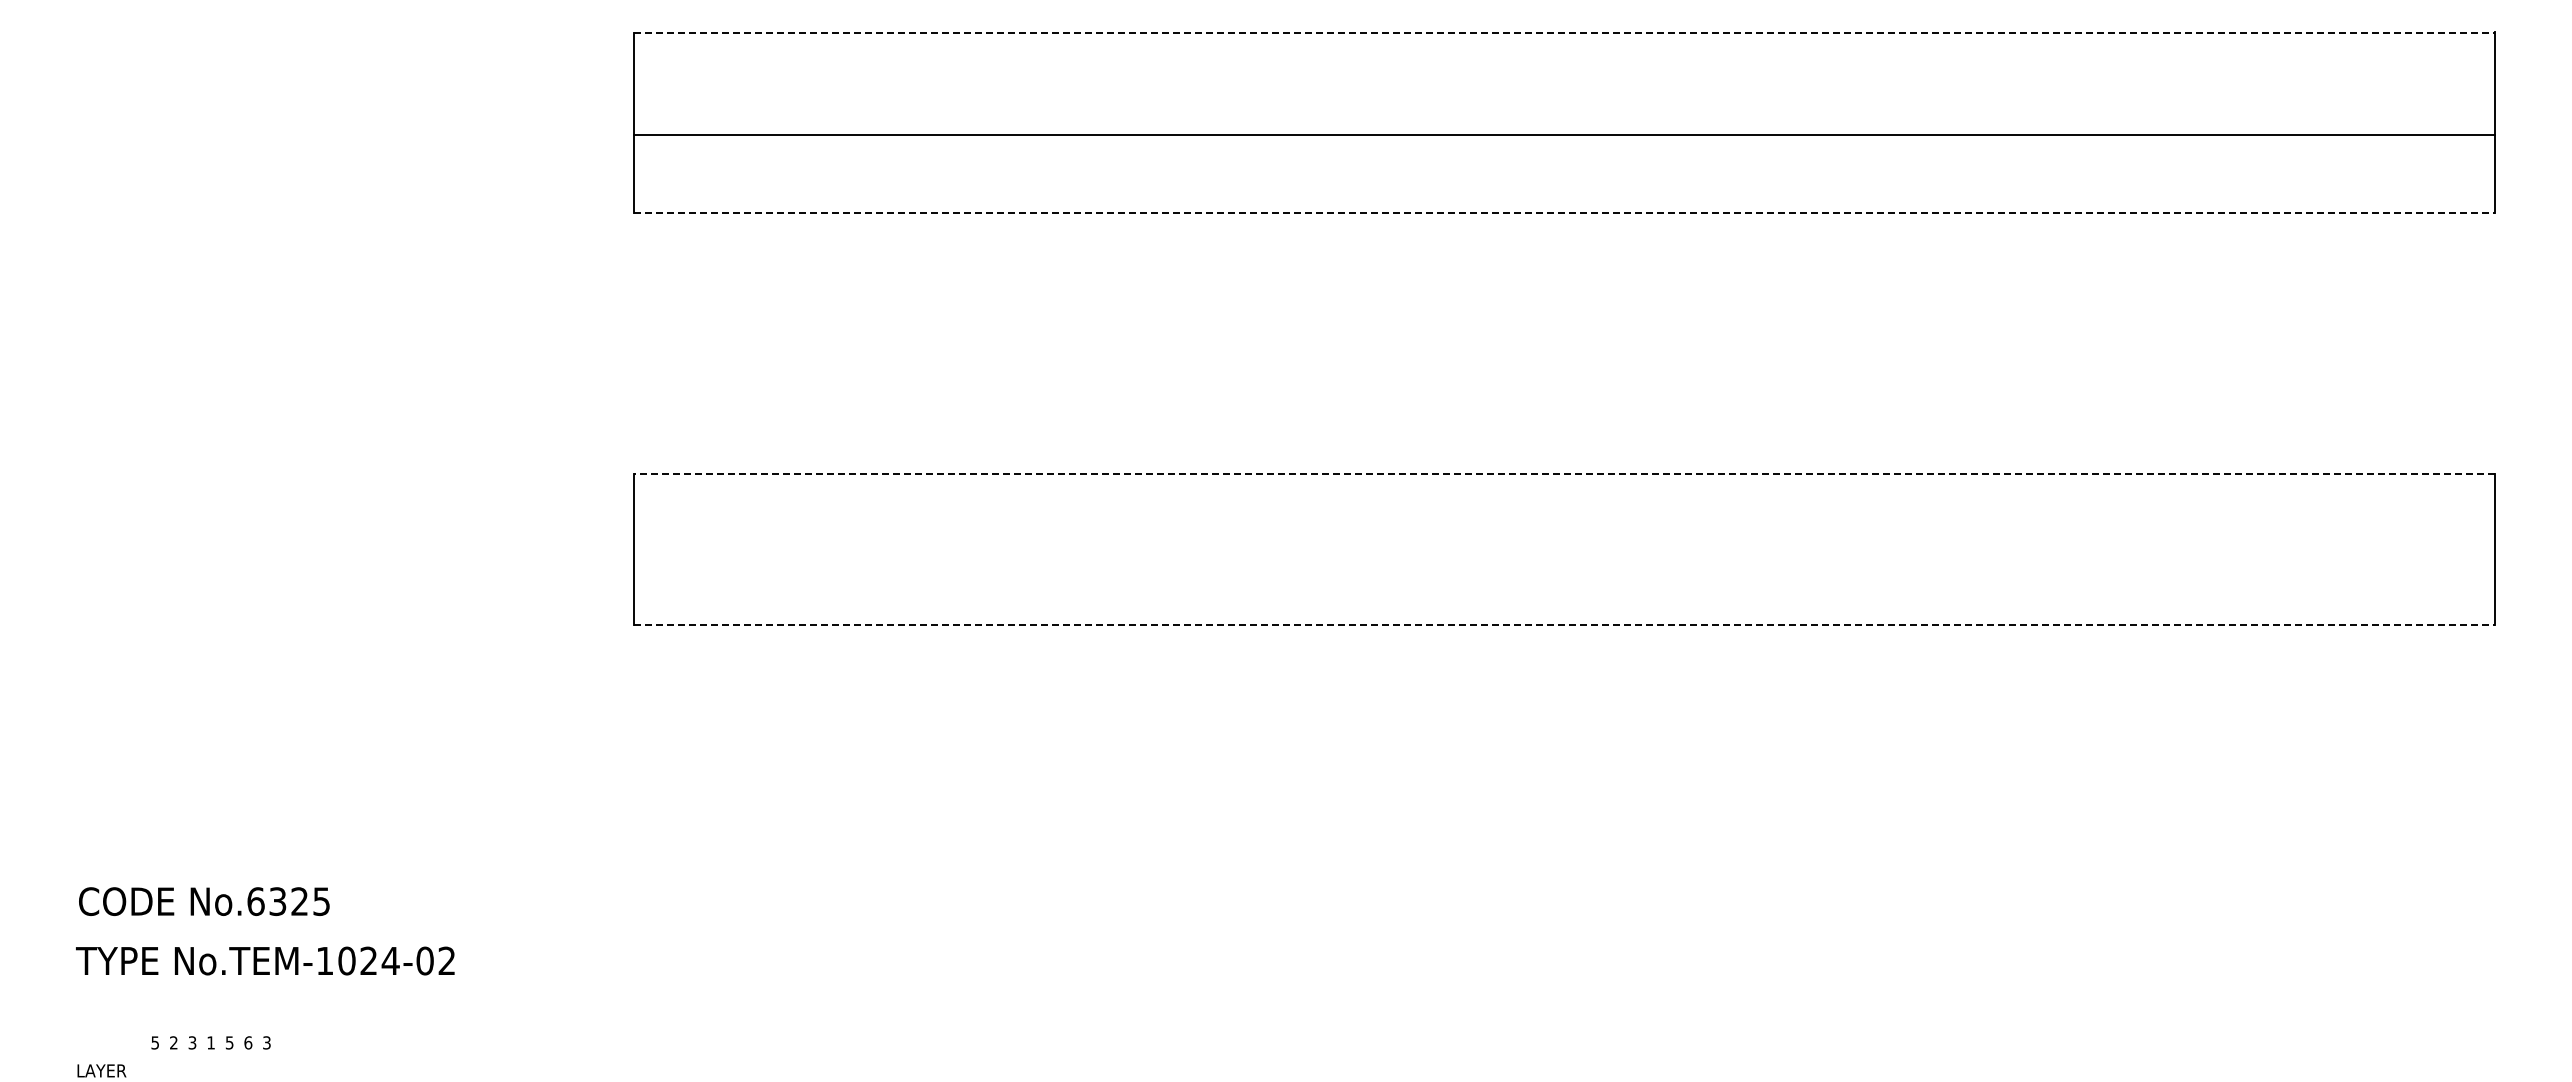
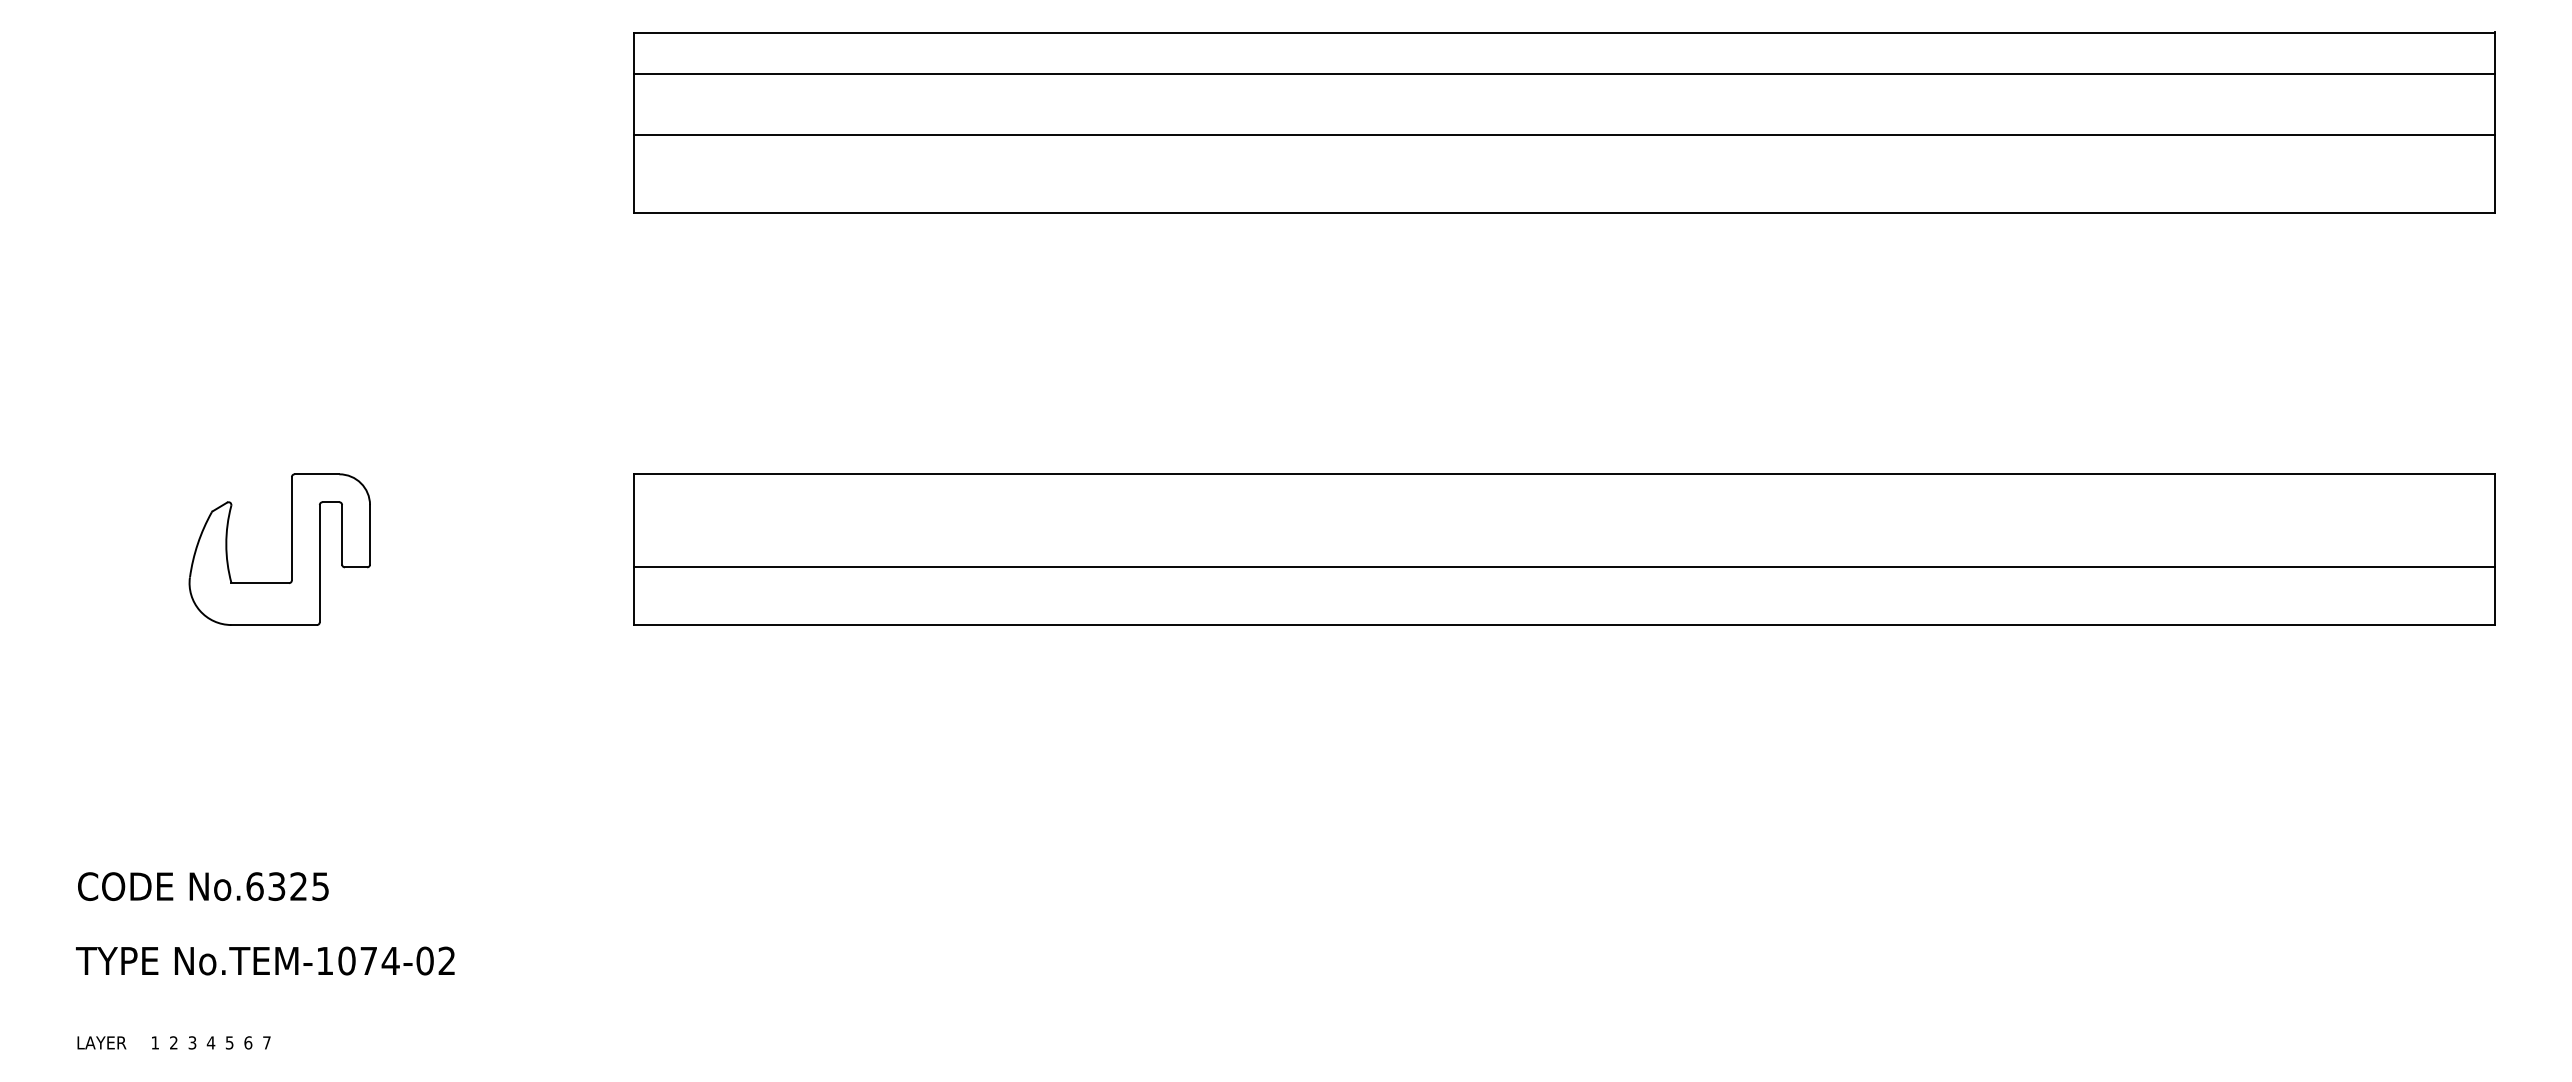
line at (1565, 32): dashed -> solid
line at (1564, 74): none -> present
line at (1565, 213): dashed -> solid
line at (1564, 474): dashed -> solid
part at (291, 549): none -> present
line at (1564, 567): none -> present
line at (1565, 625): dashed -> solid
text at (204, 901) position: (204, 901) -> (203, 886)
text at (368, 960): No.TEM-1024-02 -> No.TEM-1074-02
text at (154, 1042): 5 -> 1
text at (210, 1042): 1 -> 4
text at (266, 1042): 3 -> 7
text at (101, 1070) position: (101, 1070) -> (101, 1042)
